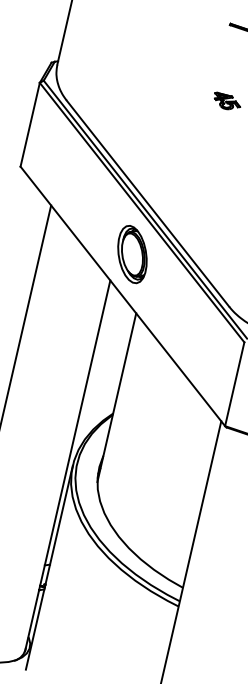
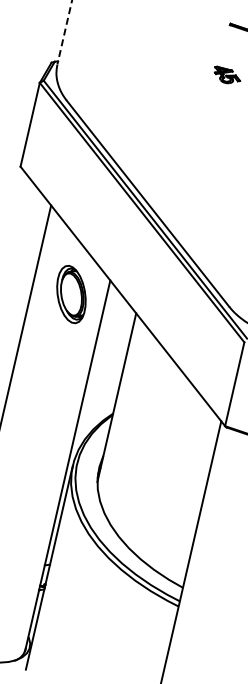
line at (64, 32): solid -> dashed
part at (227, 100) position: (227, 100) -> (227, 74)
part at (132, 254) position: (132, 254) -> (71, 294)
